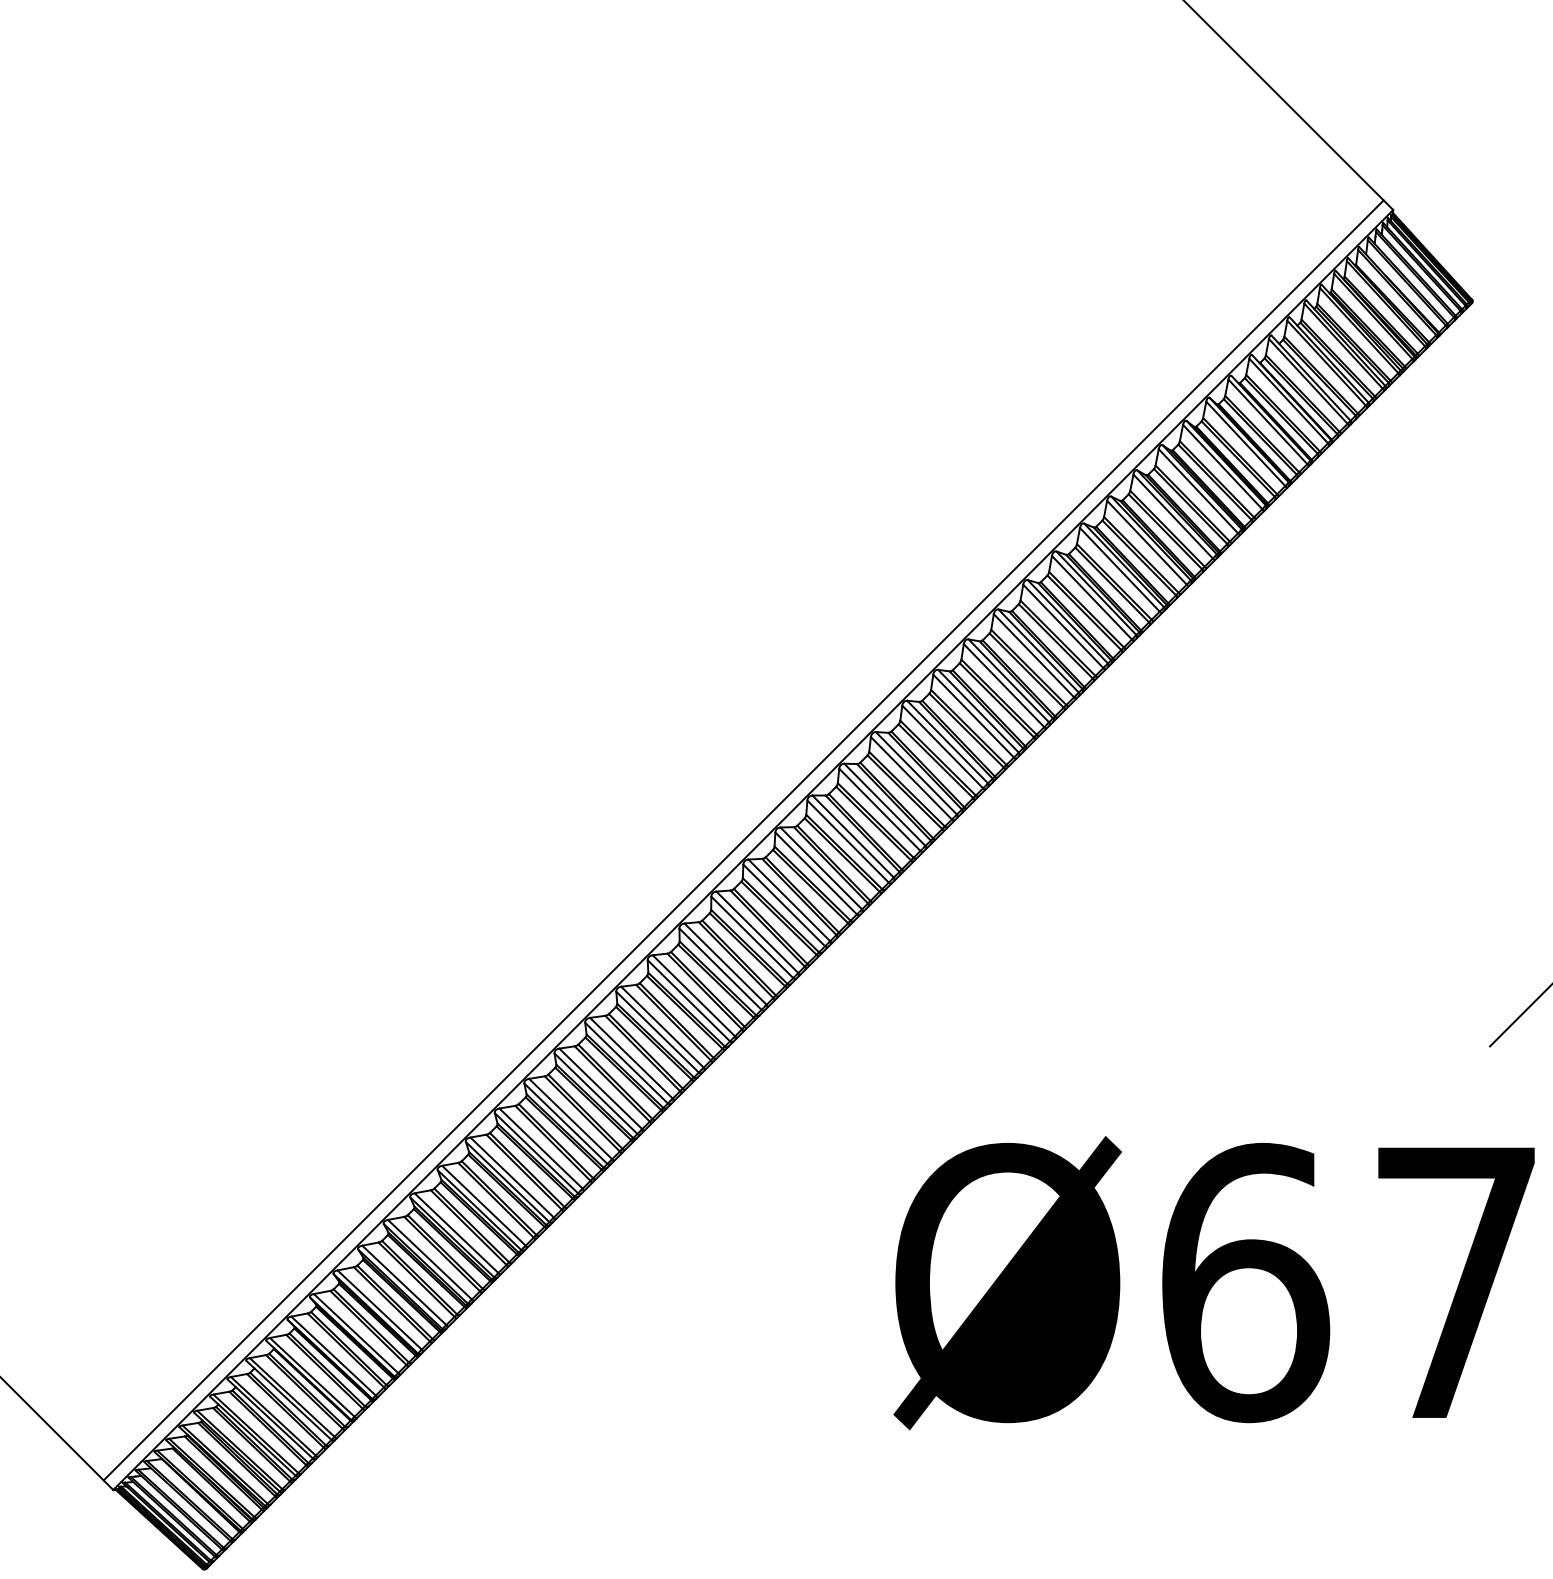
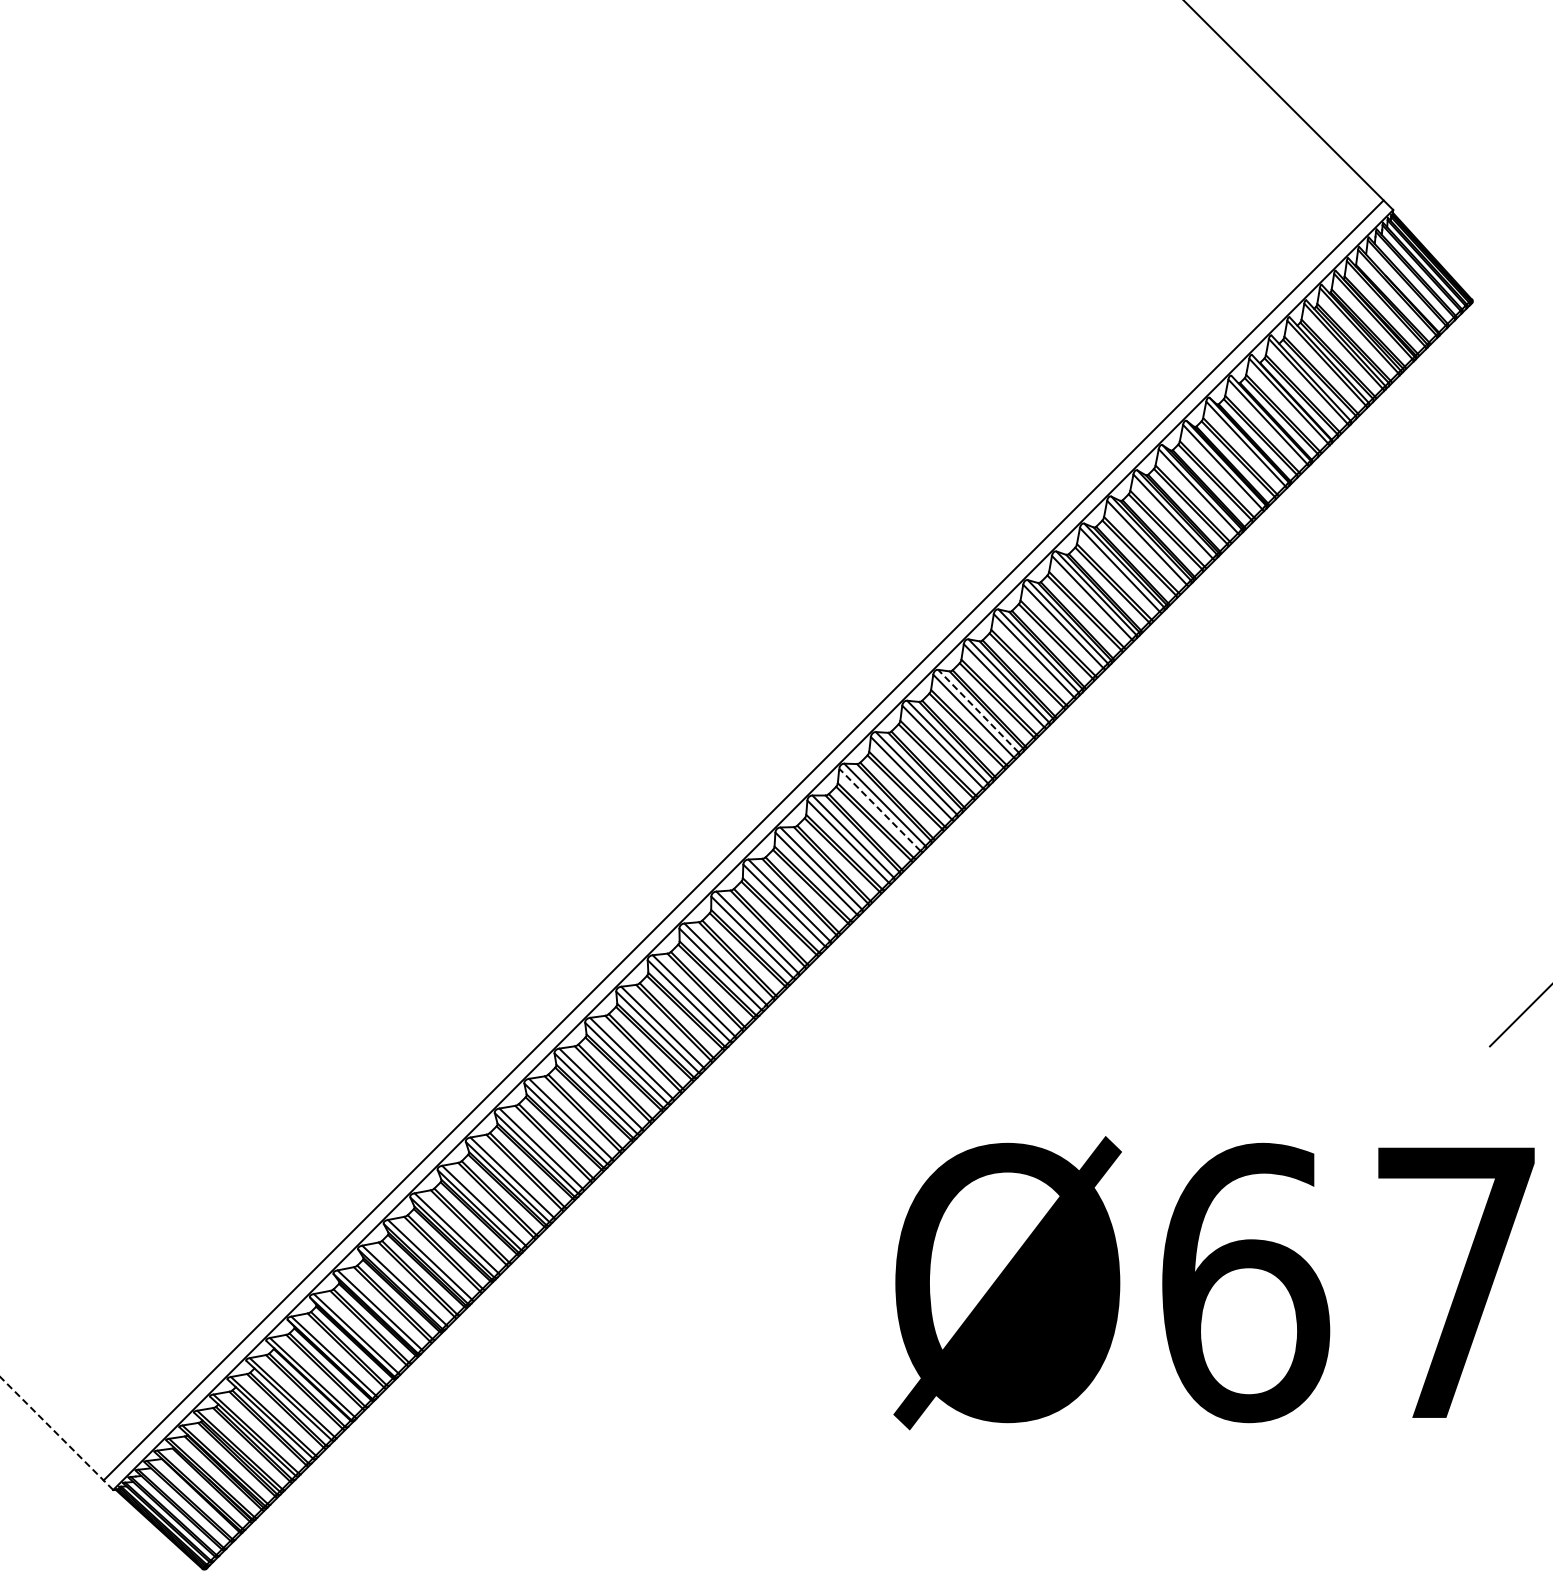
line at (978, 711): solid -> dashed
line at (879, 809): solid -> dashed
line at (56, 1433): solid -> dashed
